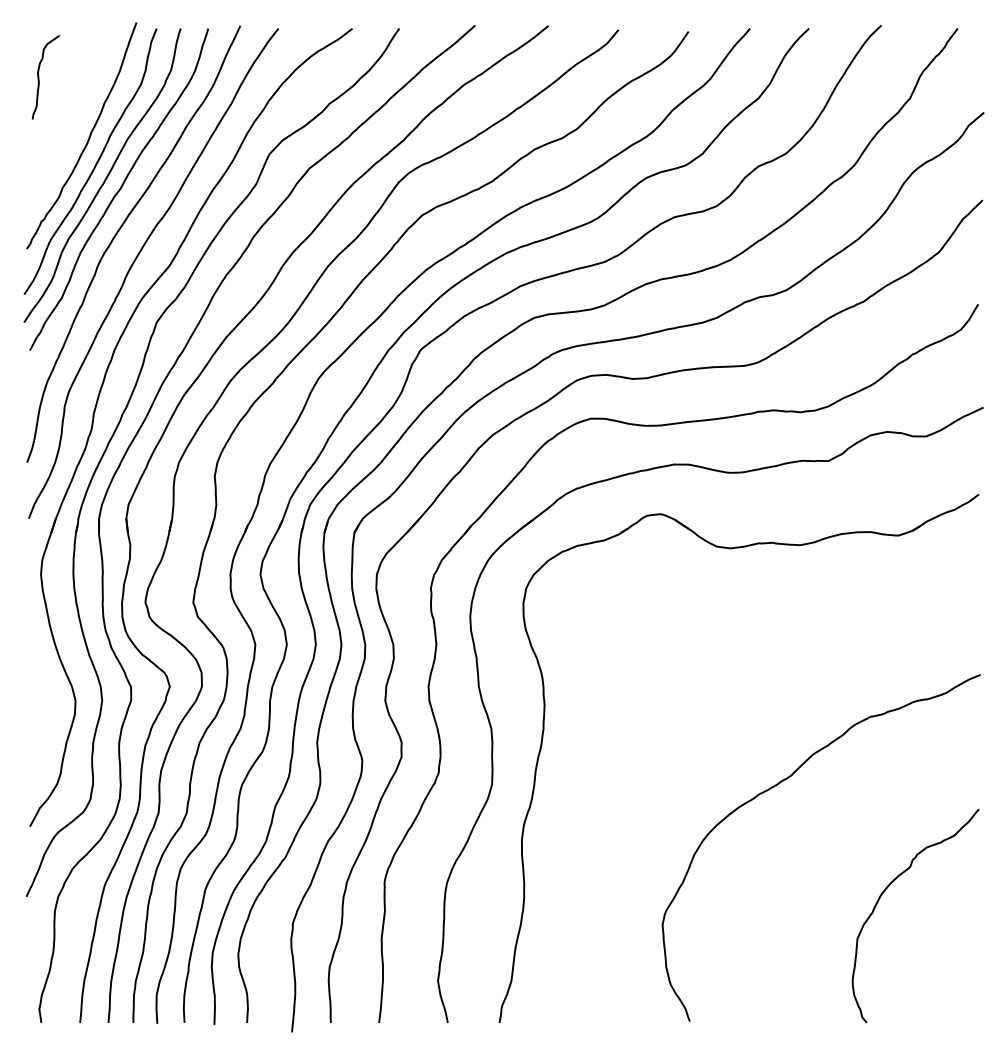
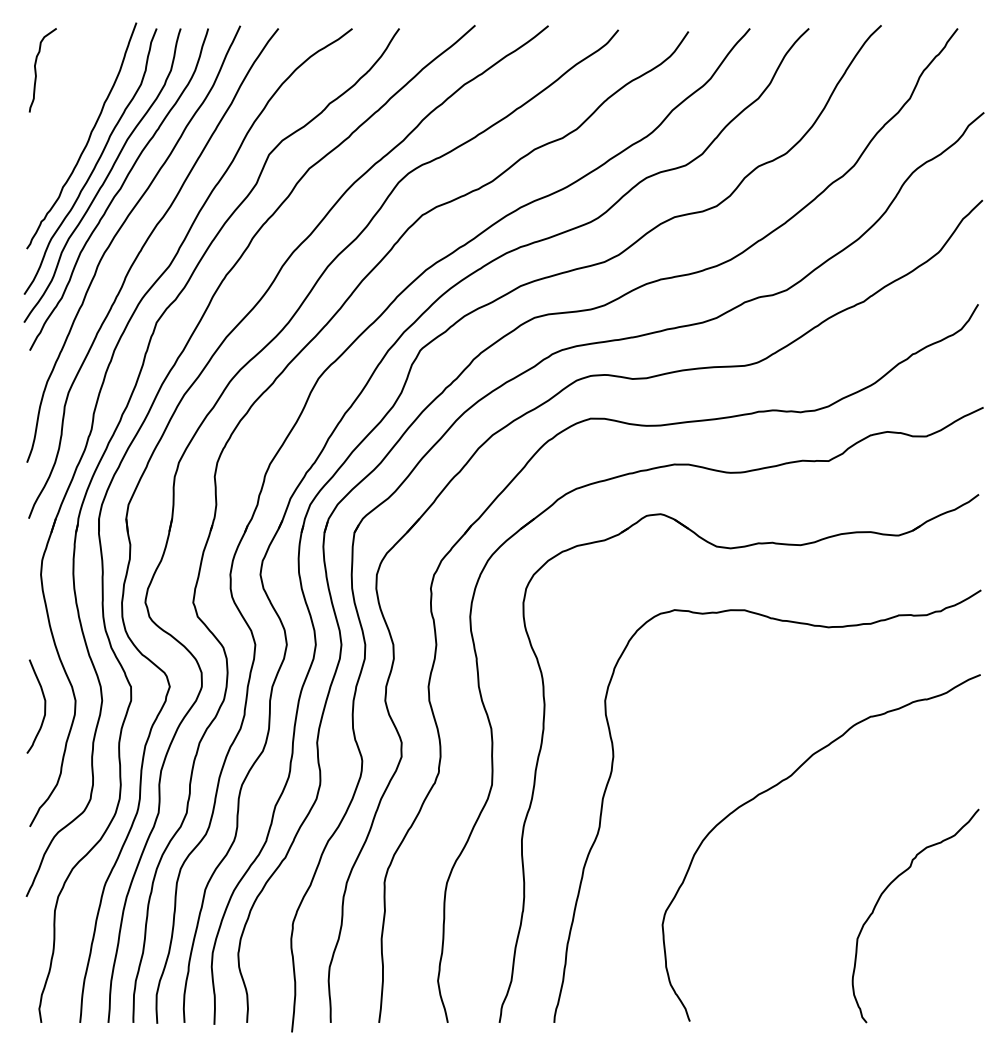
curve at (39, 77) position: (39, 77) -> (36, 70)
curve at (44, 706): none -> present
curve at (612, 772): none -> present
